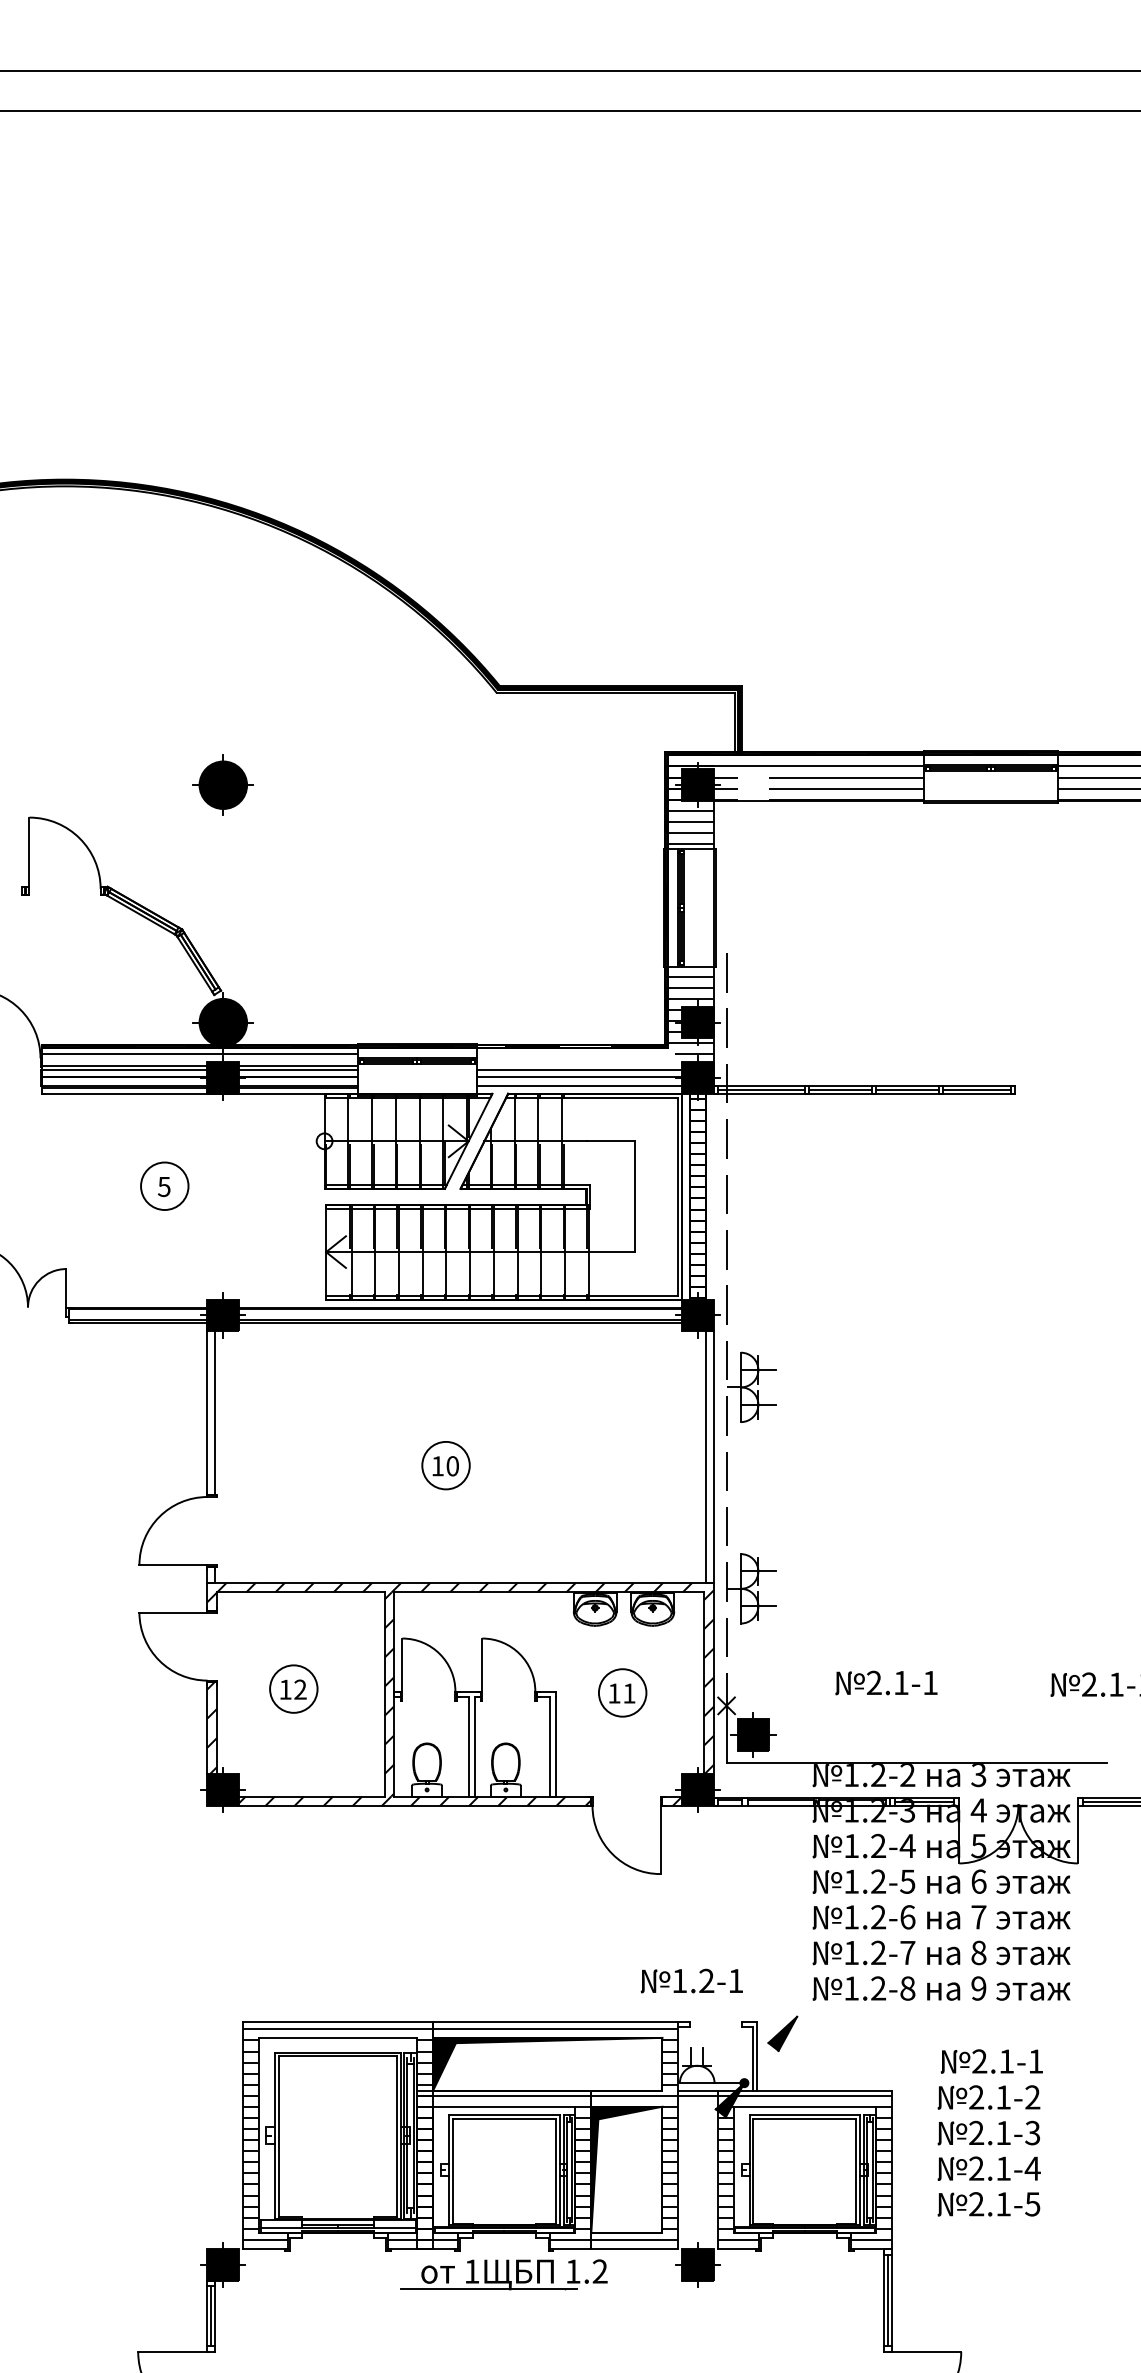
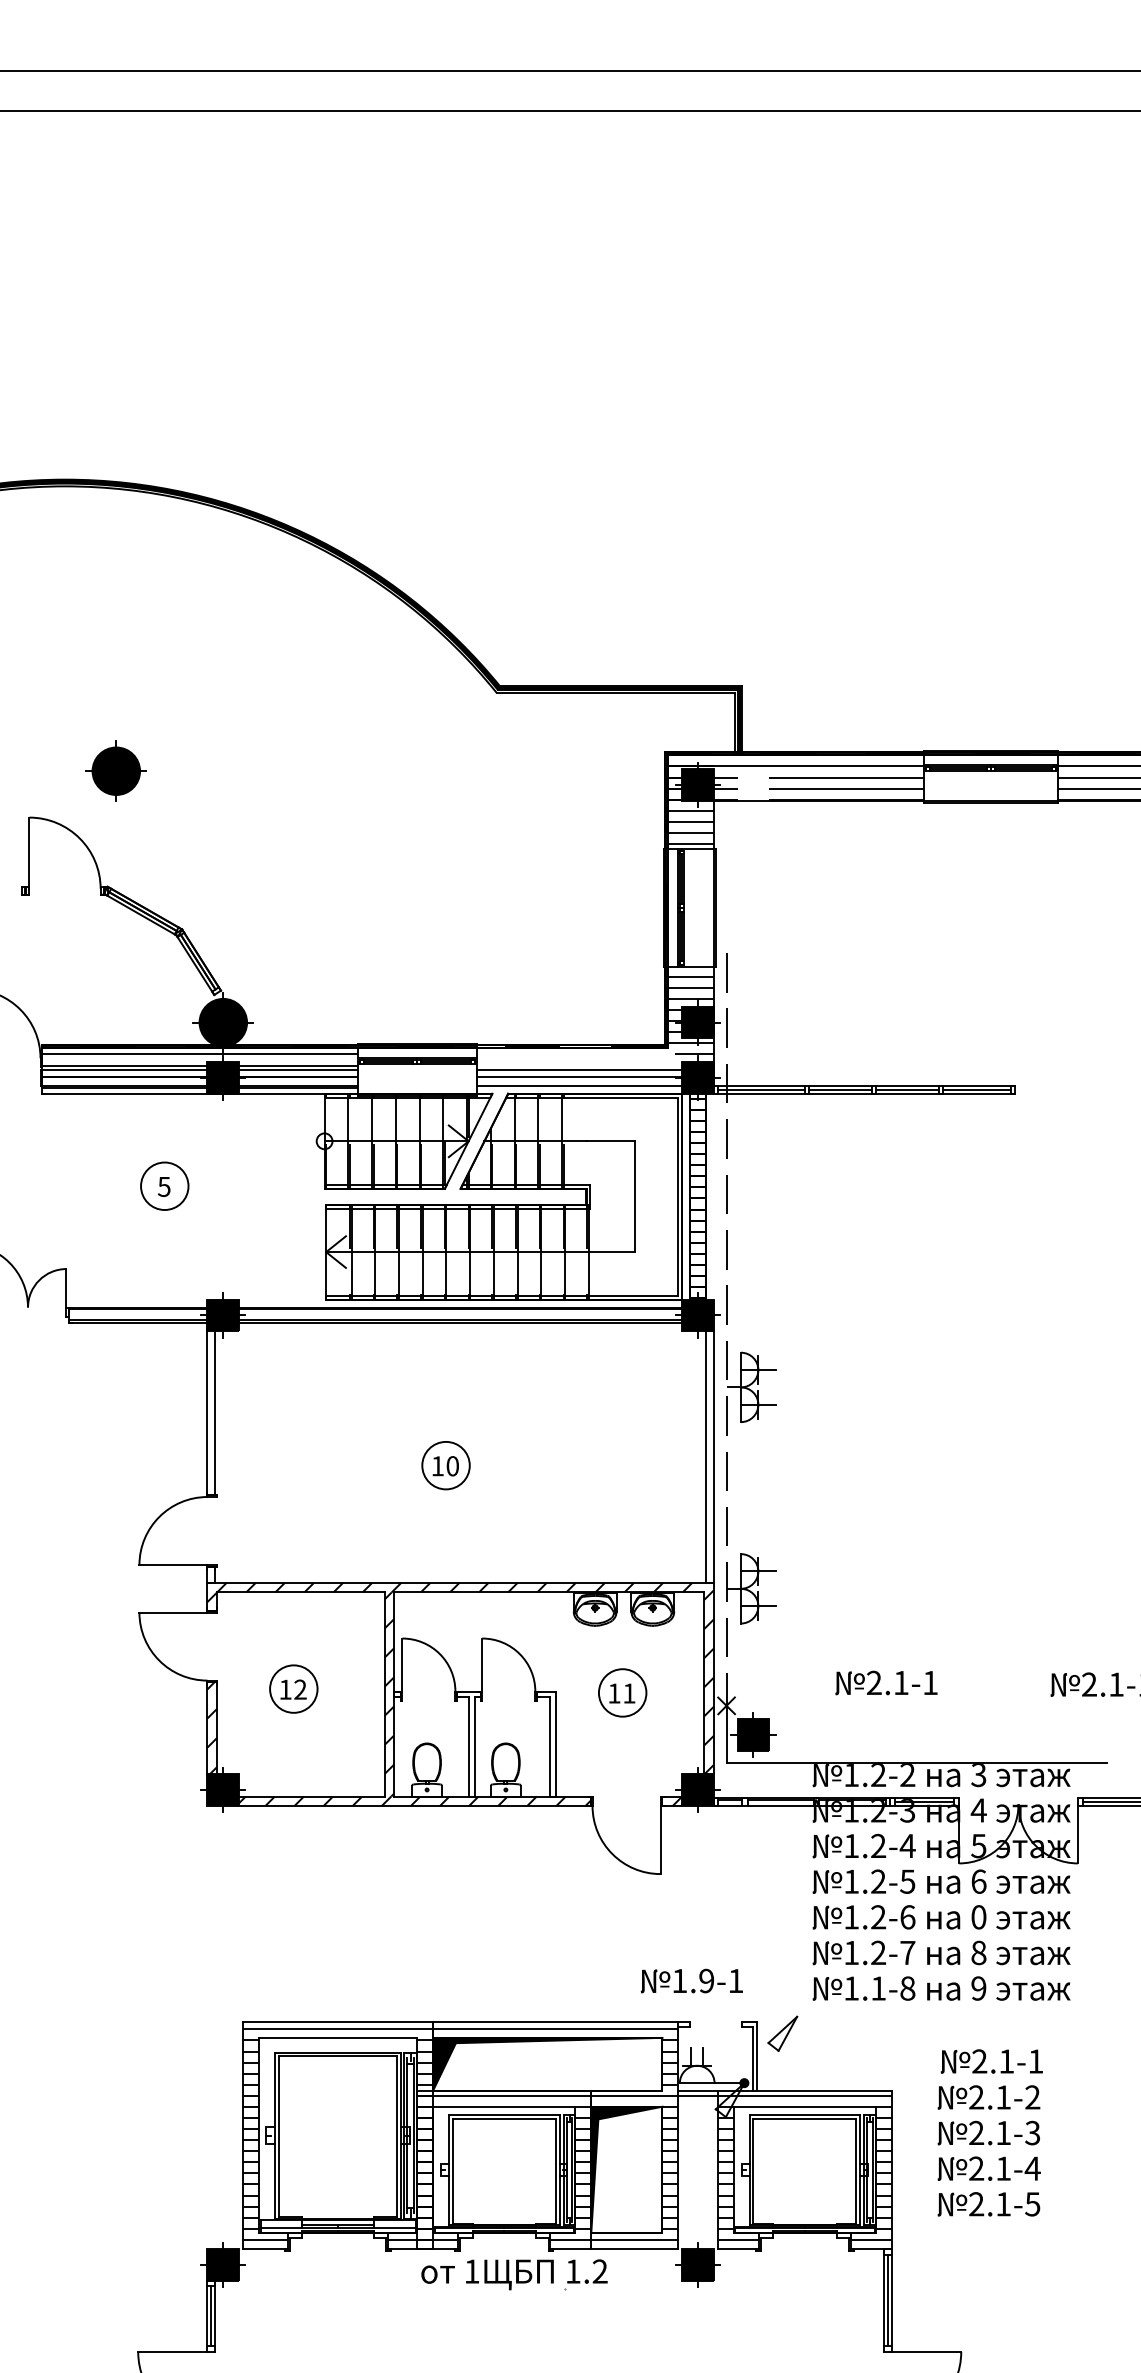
part at (222, 784) position: (222, 784) -> (115, 770)
text at (978, 1917): 7 -> 0
text at (706, 1981): 1.2-1 -> 1.9-1
text at (878, 1988): 1.2-8 -> 1.1-8
fill at (782, 2033): present -> none
fill at (729, 2100): present -> none
line at (488, 2289): present -> none
